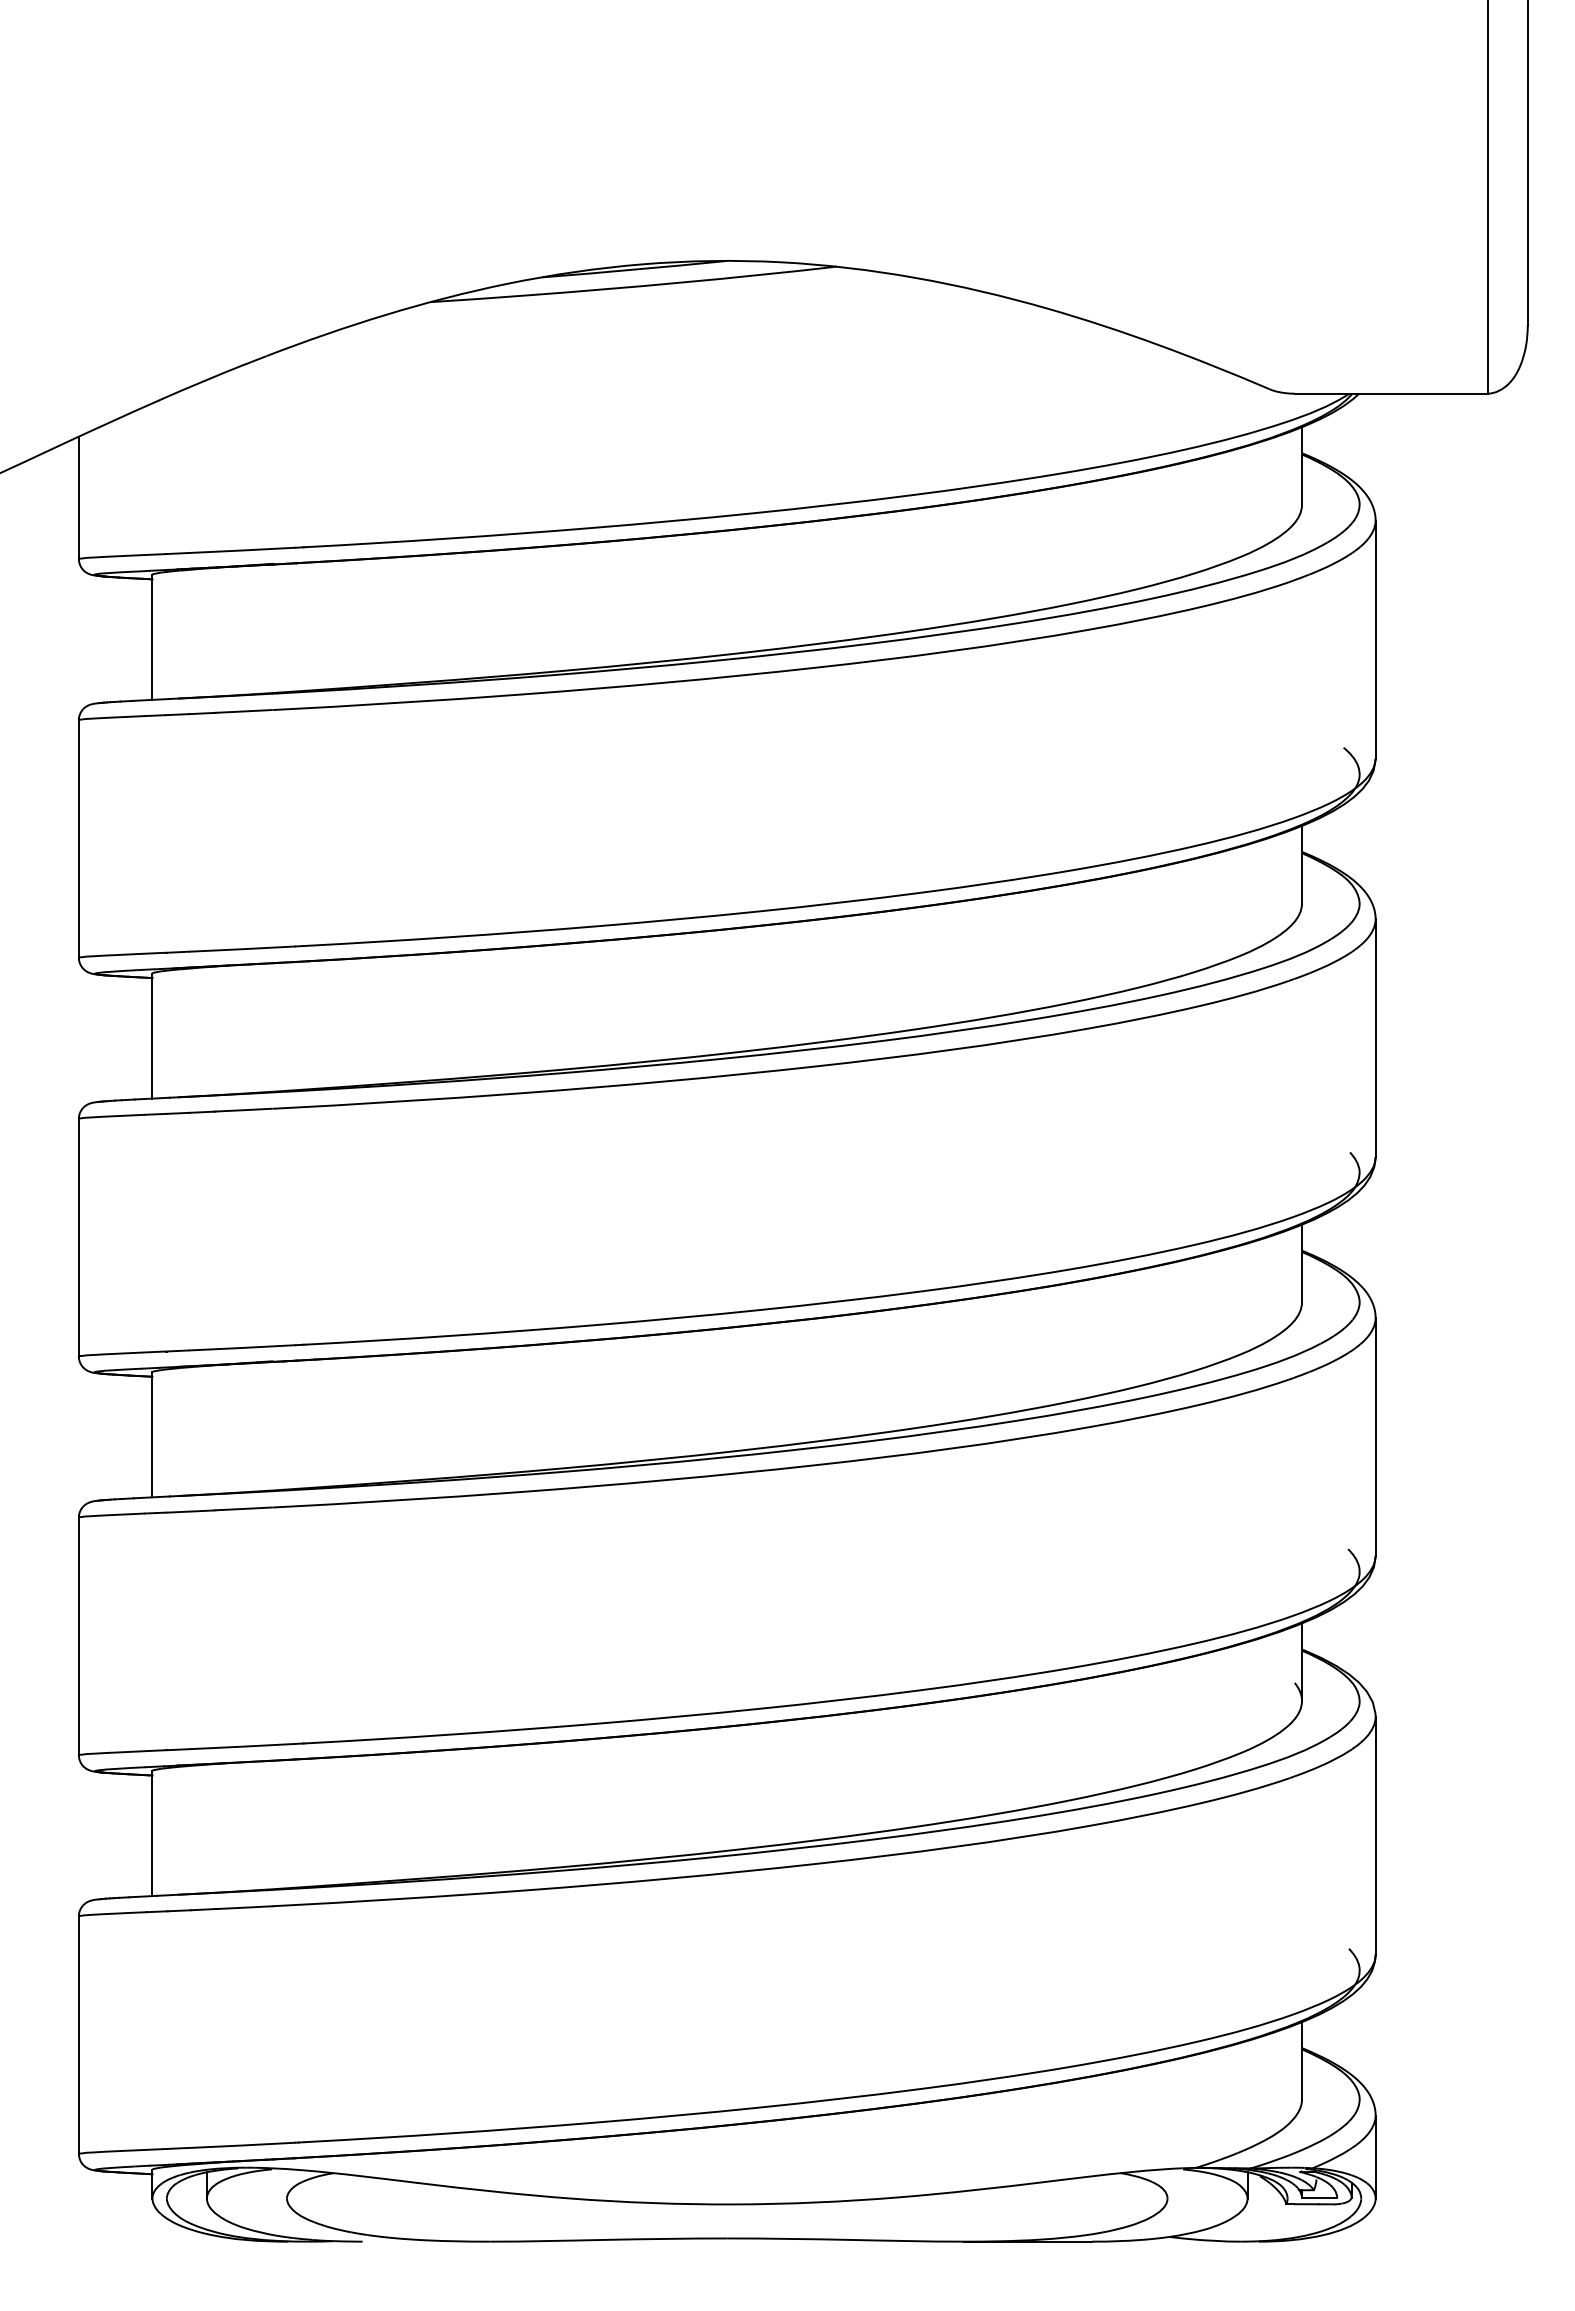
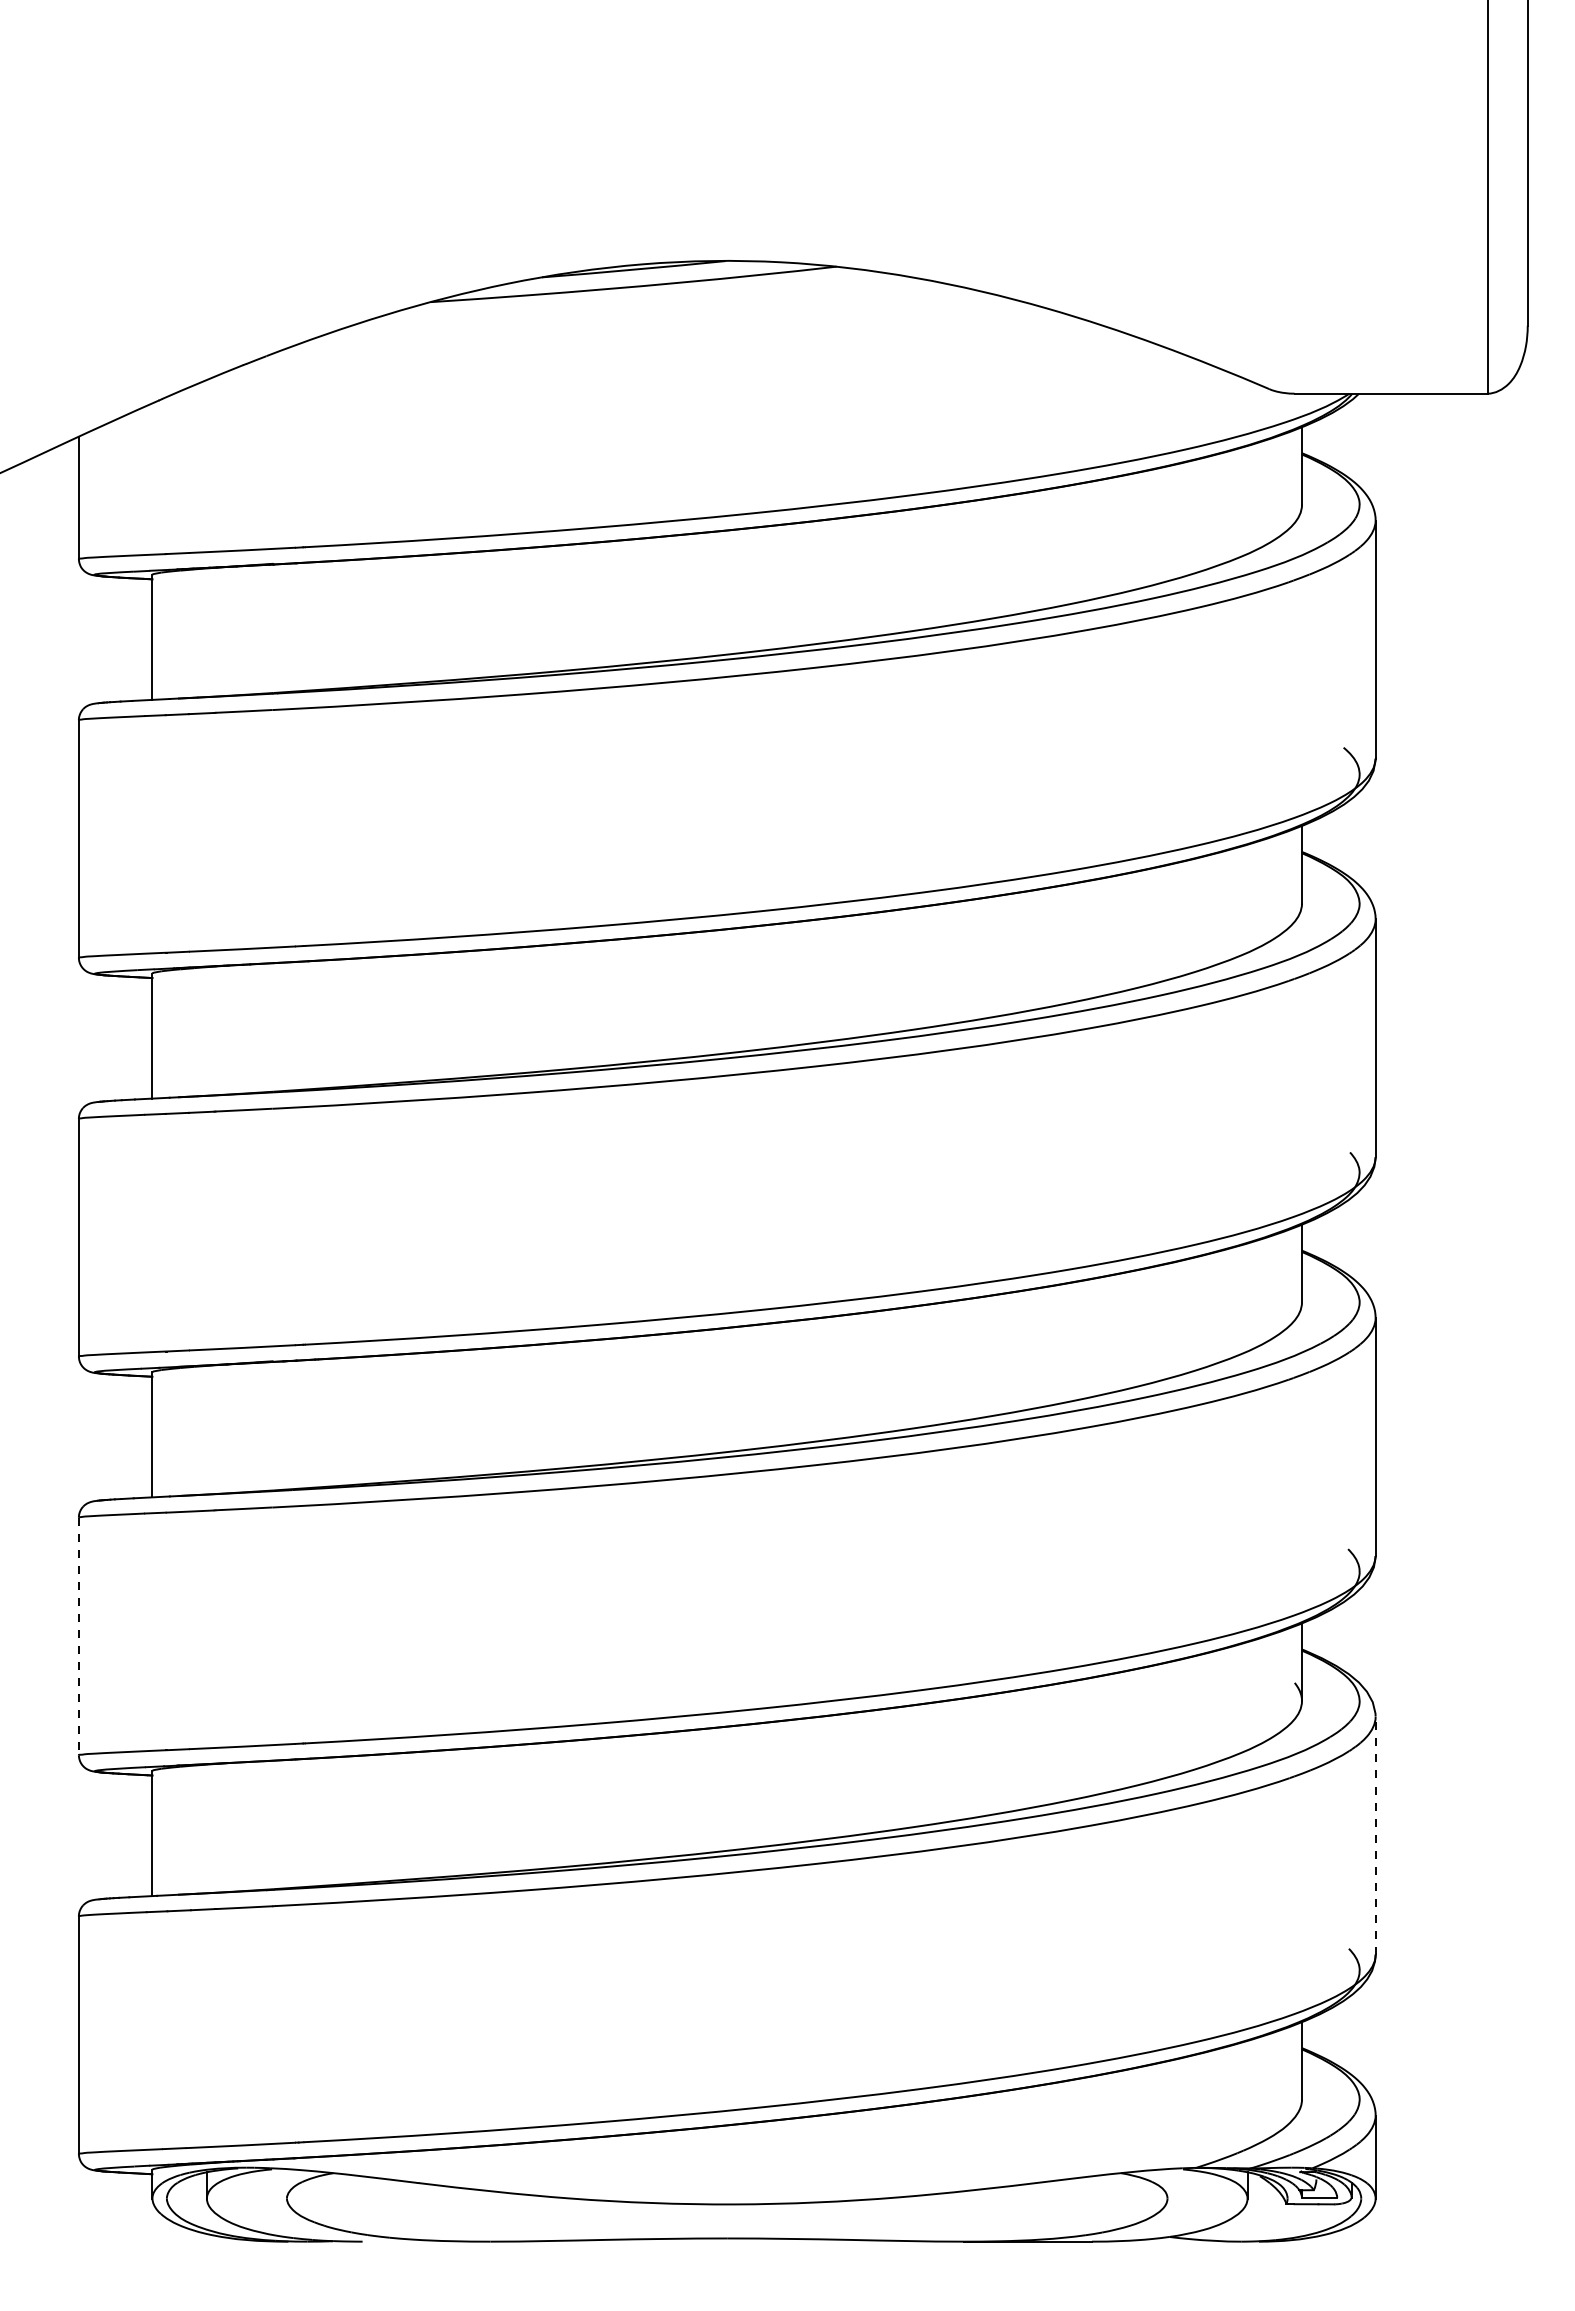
line at (78, 1636): solid -> dashed
line at (1375, 1835): solid -> dashed
